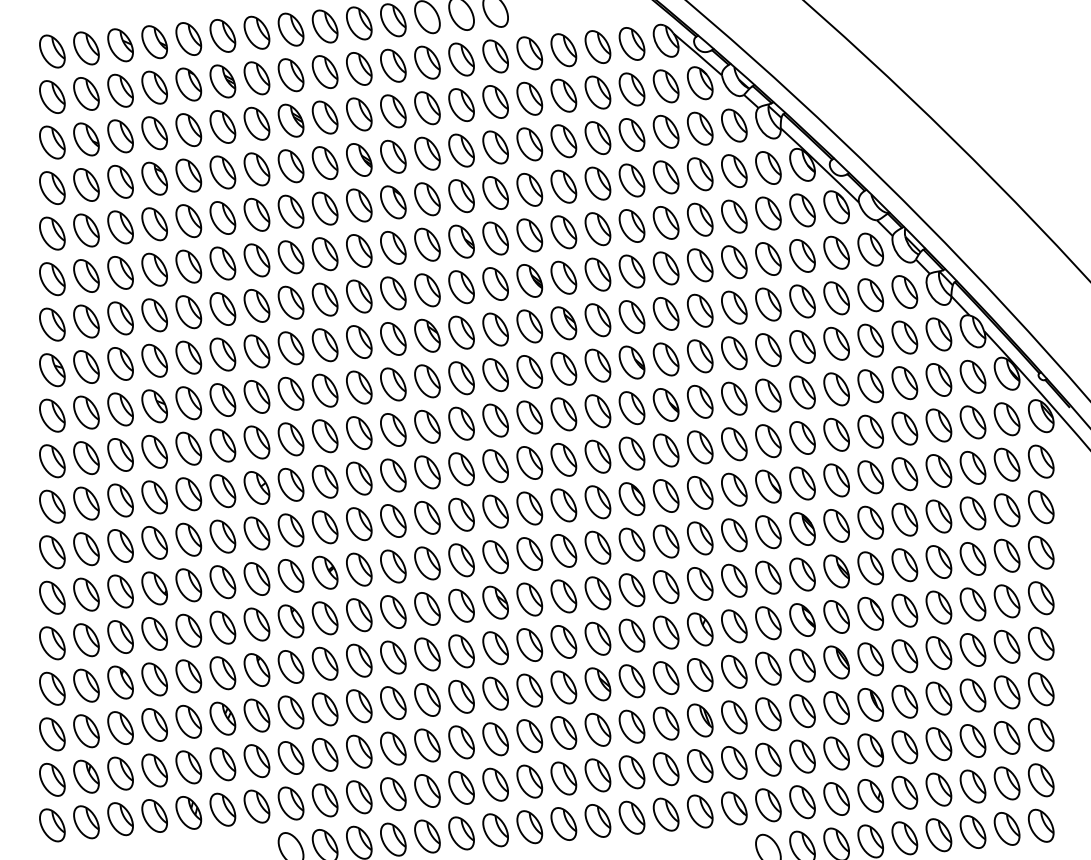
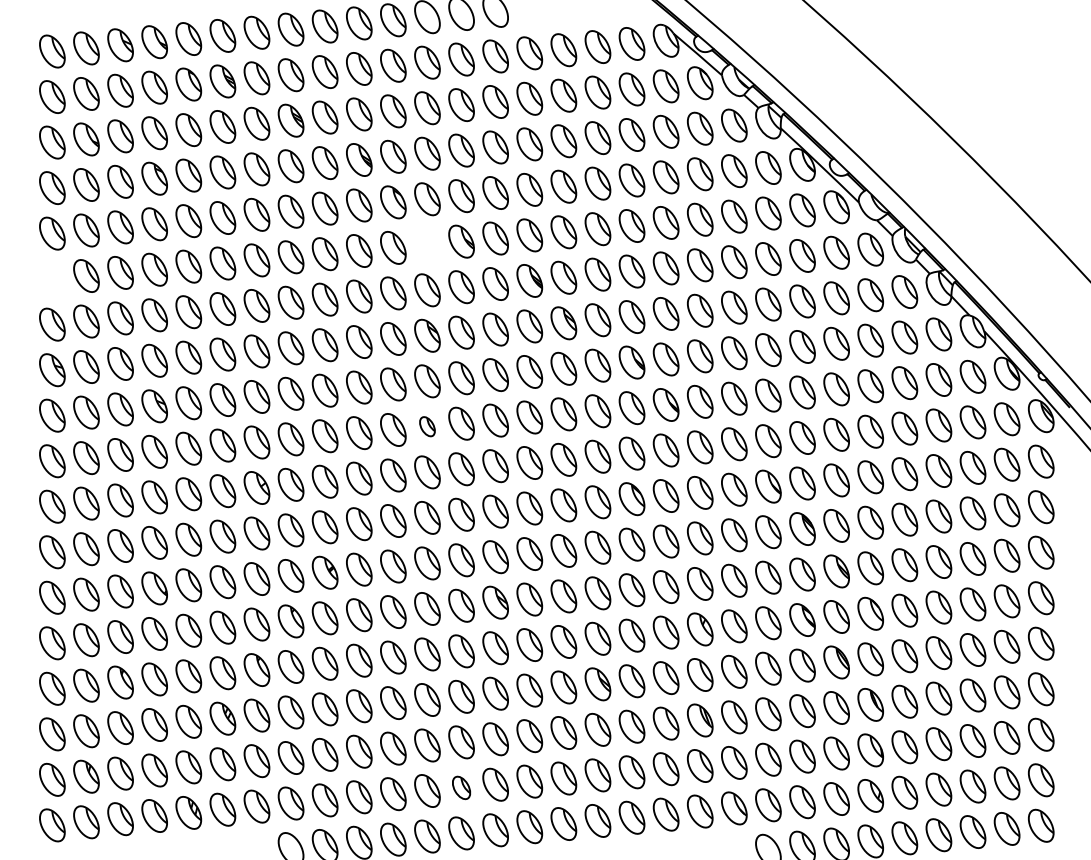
part at (427, 244): present -> none
part at (52, 279): present -> none
part at (427, 426) size: 27x35 px -> 17x22 px
part at (461, 787) size: 27x34 px -> 19x26 px
